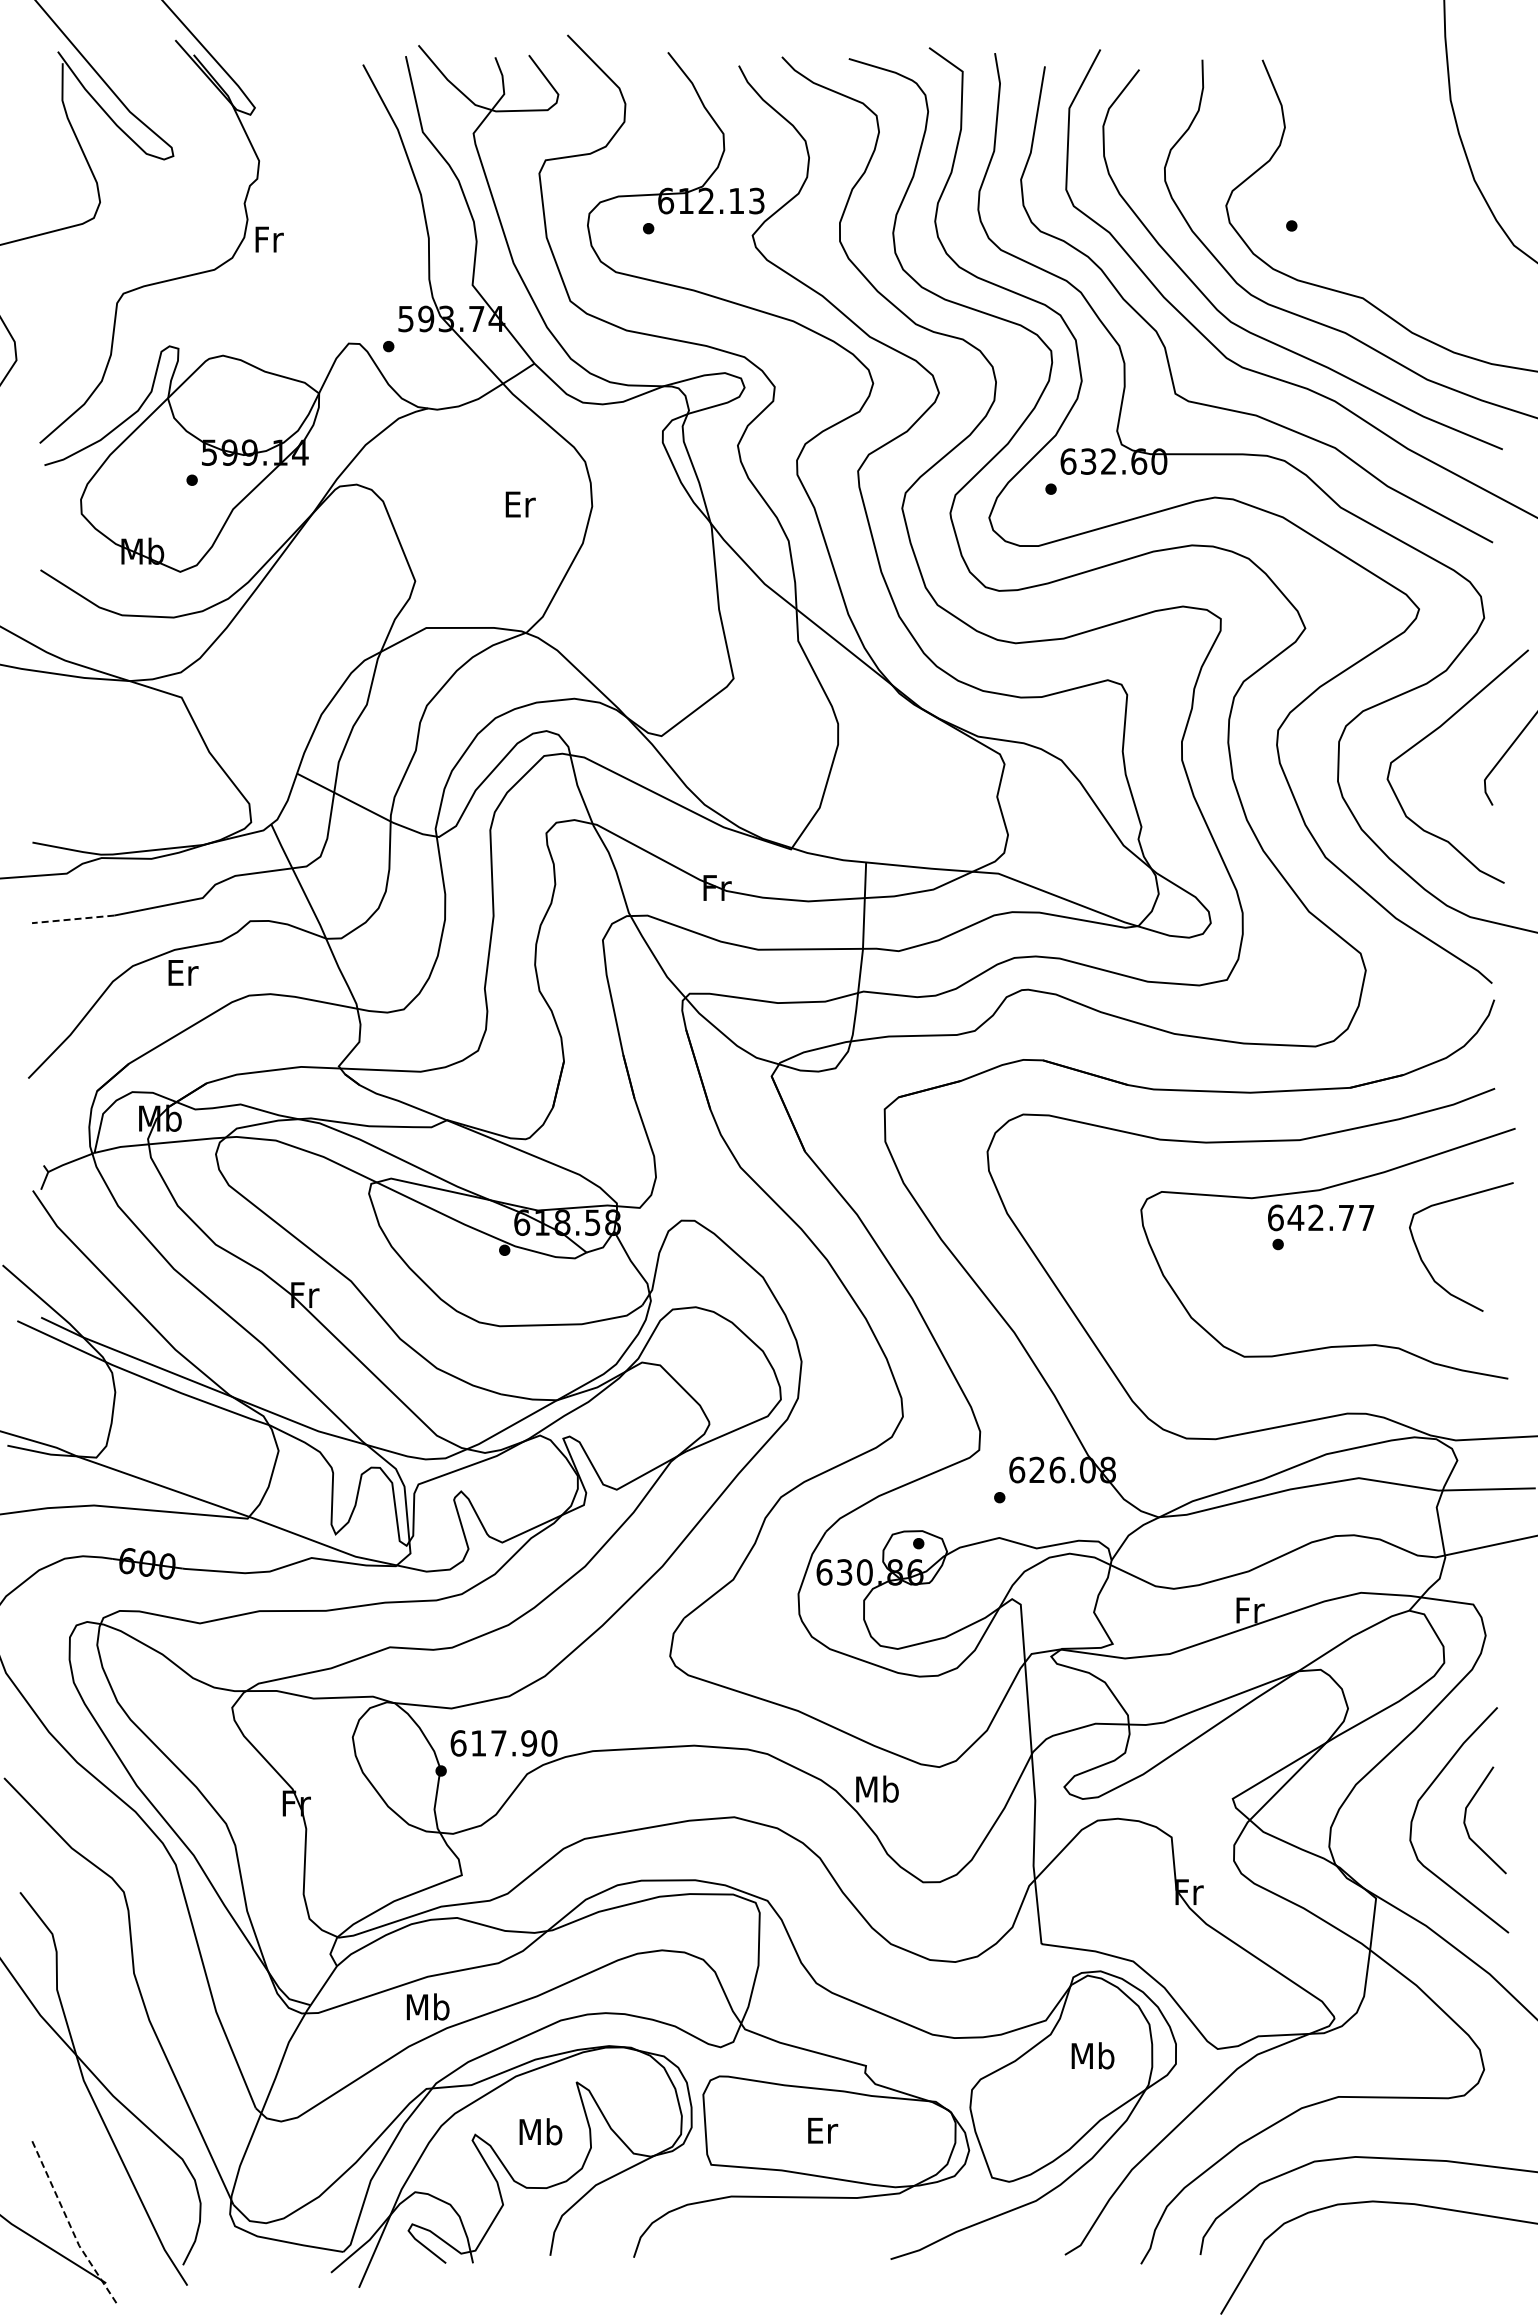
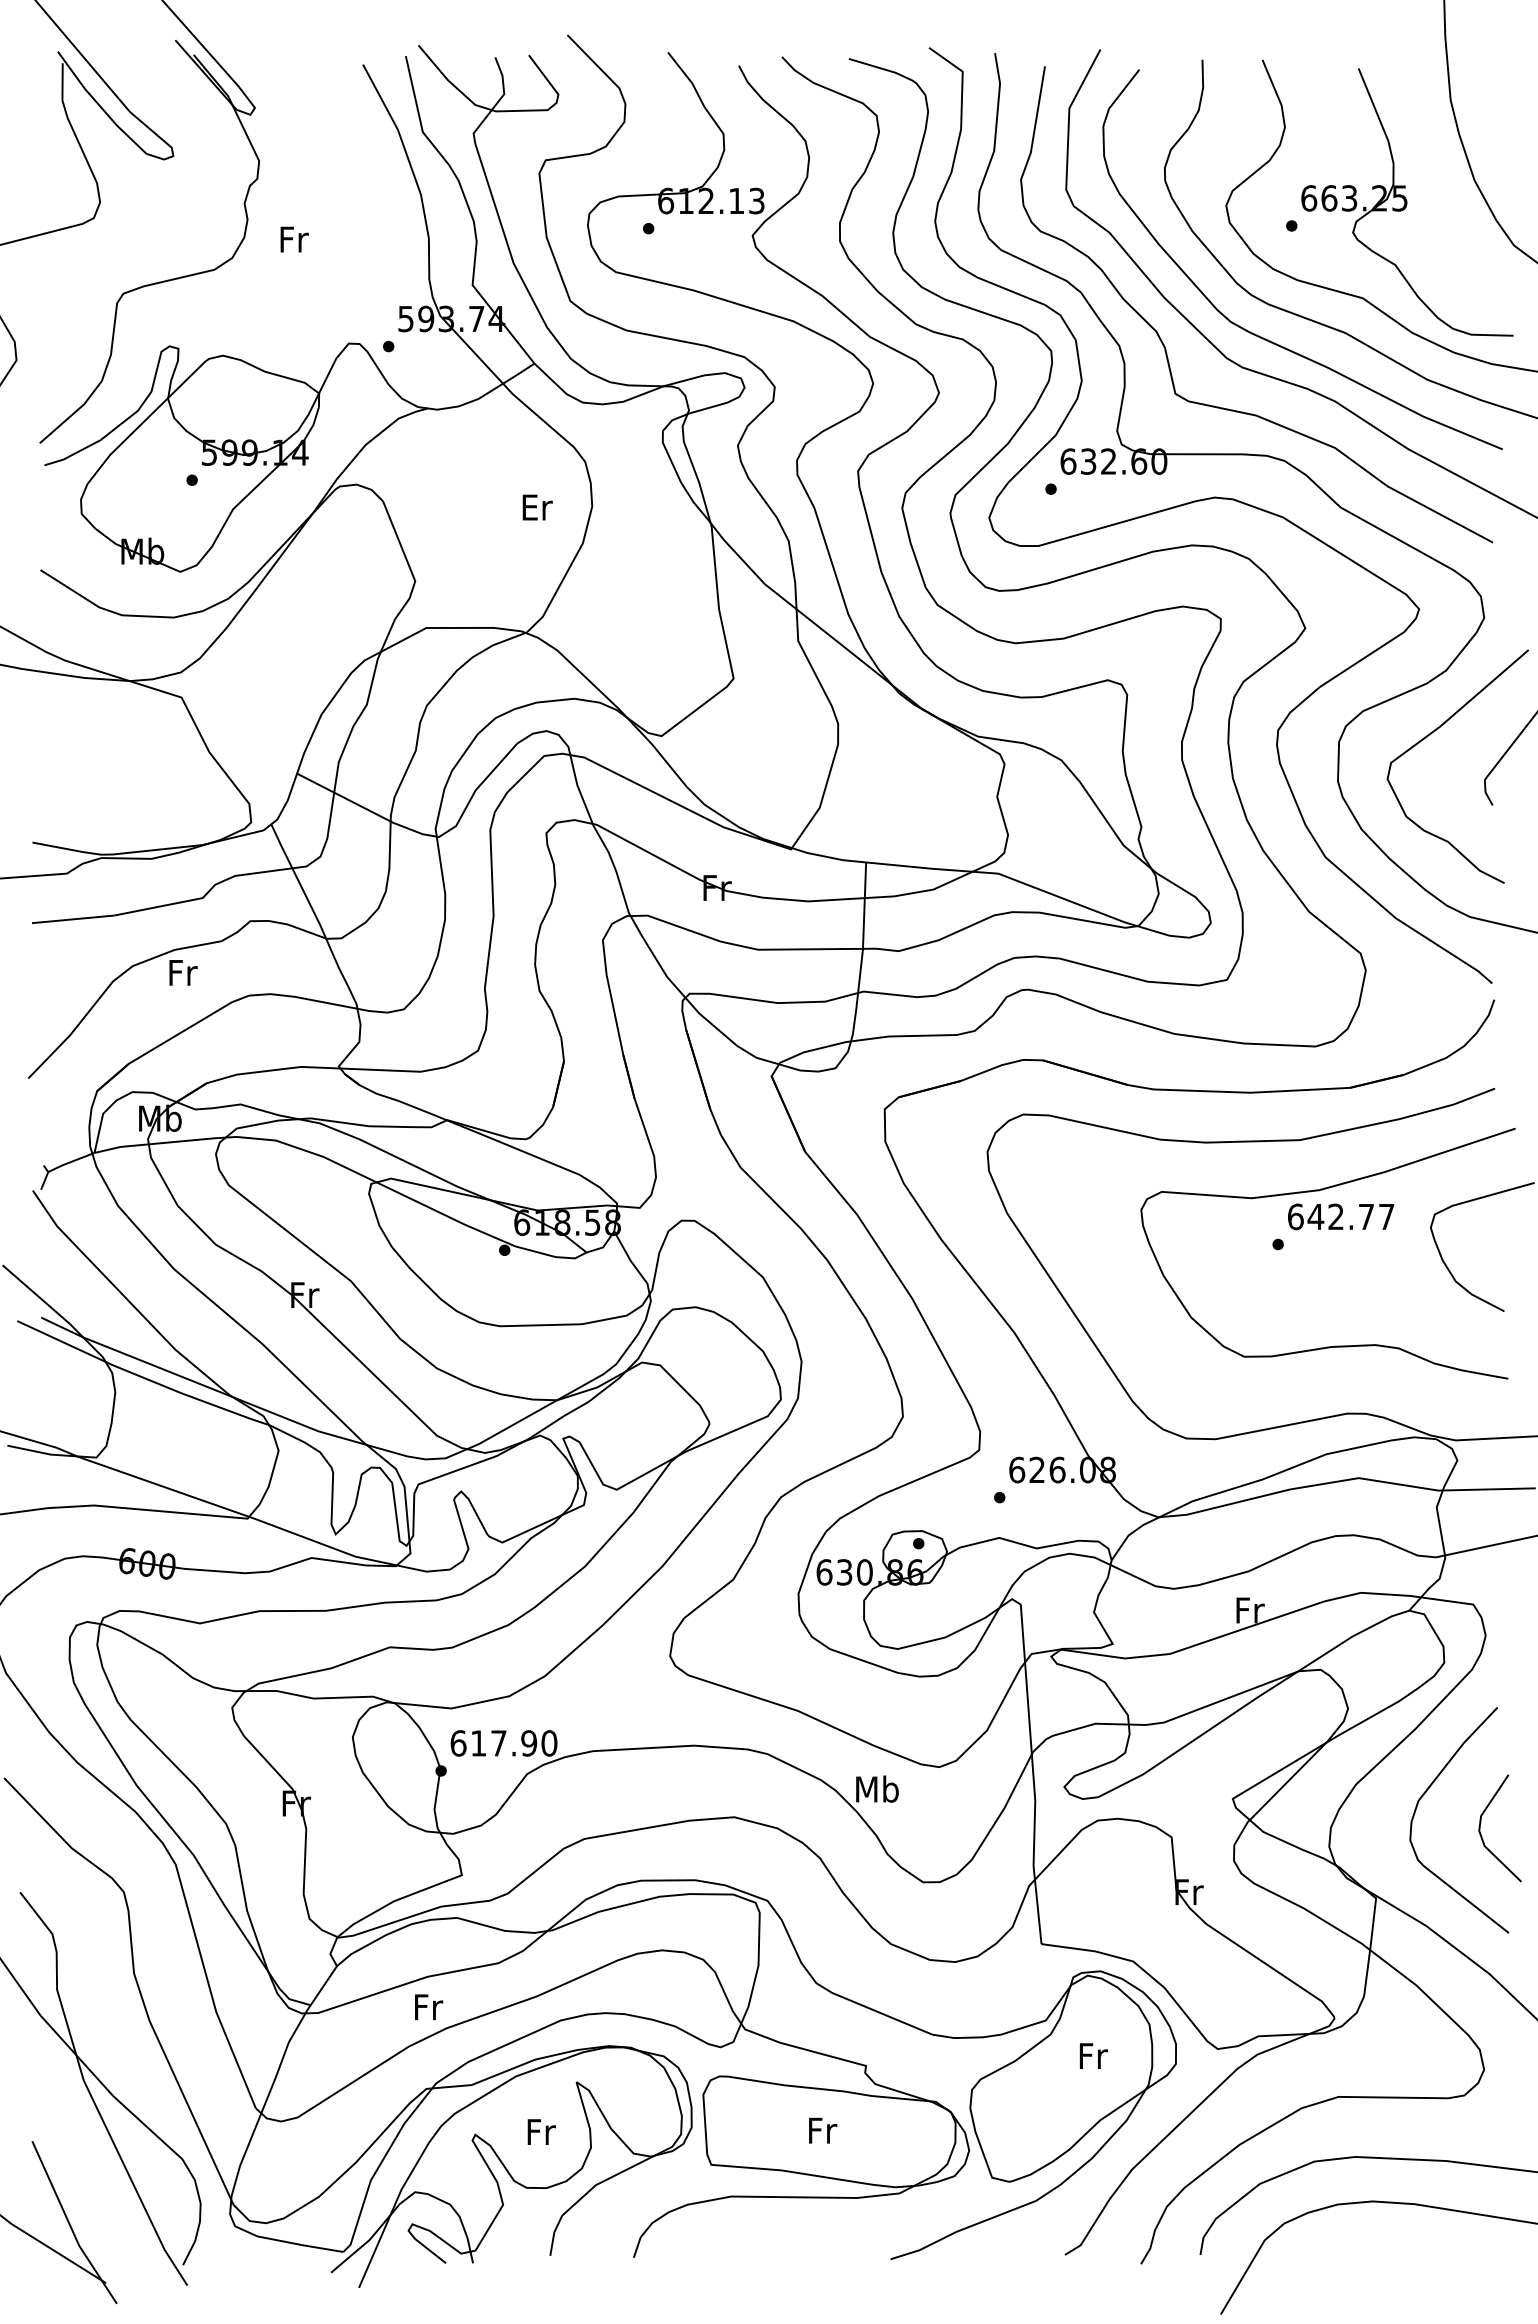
part at (1407, 202): none -> present
text at (269, 239) position: (269, 239) -> (294, 239)
text at (520, 504) position: (520, 504) -> (537, 507)
line at (72, 919): dashed -> solid
text at (183, 972): Er -> Fr
text at (1321, 1217) position: (1321, 1217) -> (1341, 1216)
curve at (1427, 1267) position: (1427, 1267) -> (1448, 1267)
line at (1466, 1815) position: (1466, 1815) -> (1481, 1823)
text at (427, 2006): Mb -> Fr
text at (1092, 2055): Mb -> Fr
text at (823, 2130): Er -> Fr
text at (540, 2131): Mb -> Fr
line at (70, 2225): dashed -> solid
